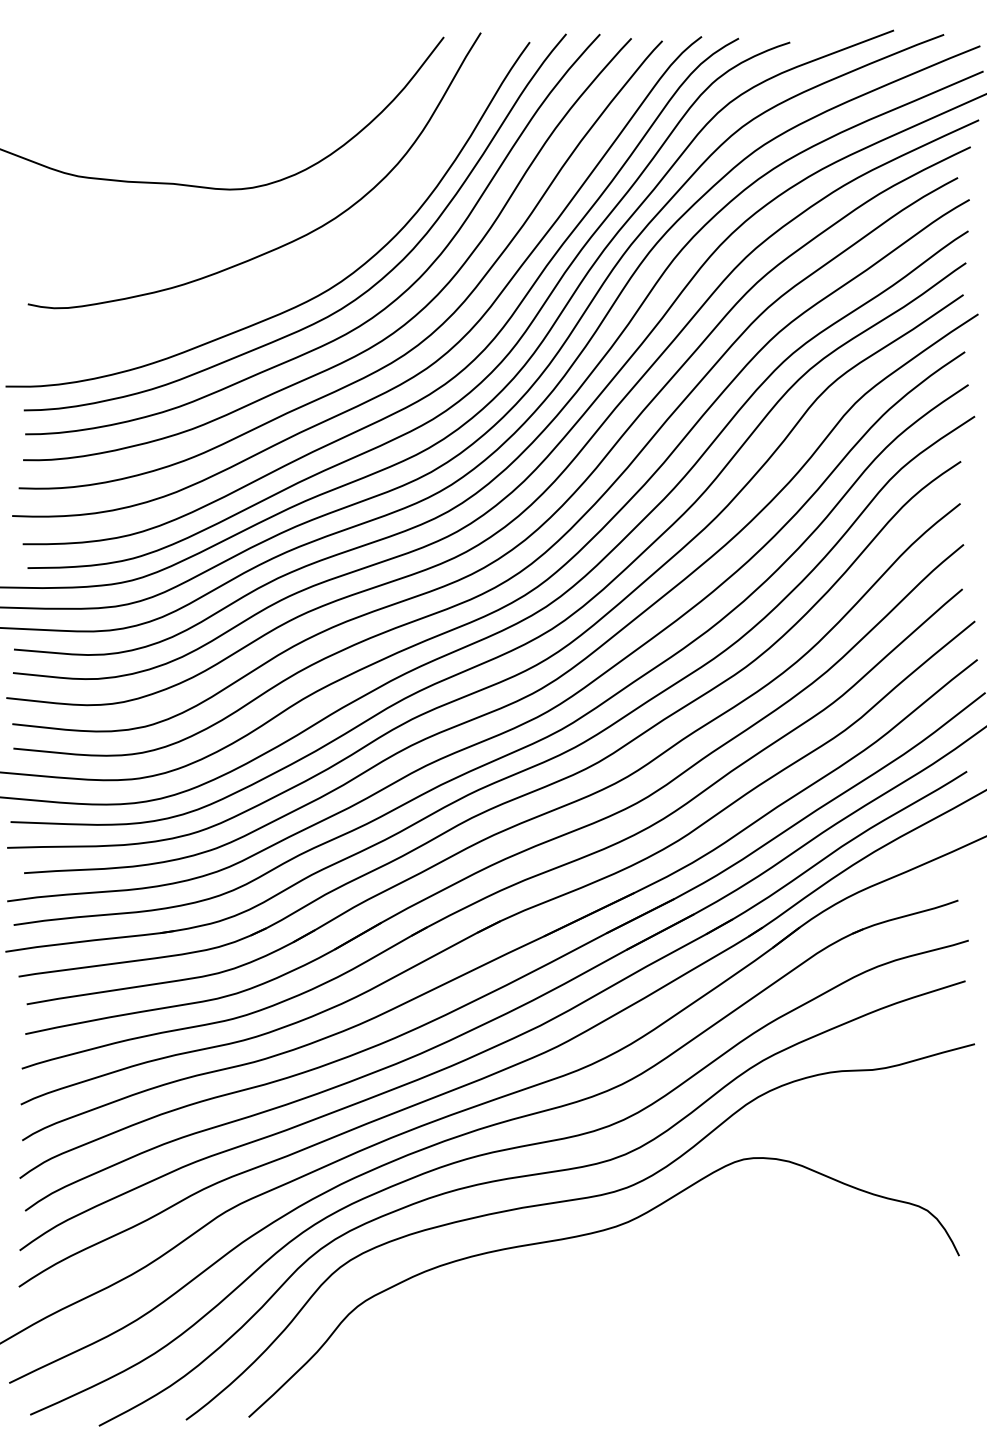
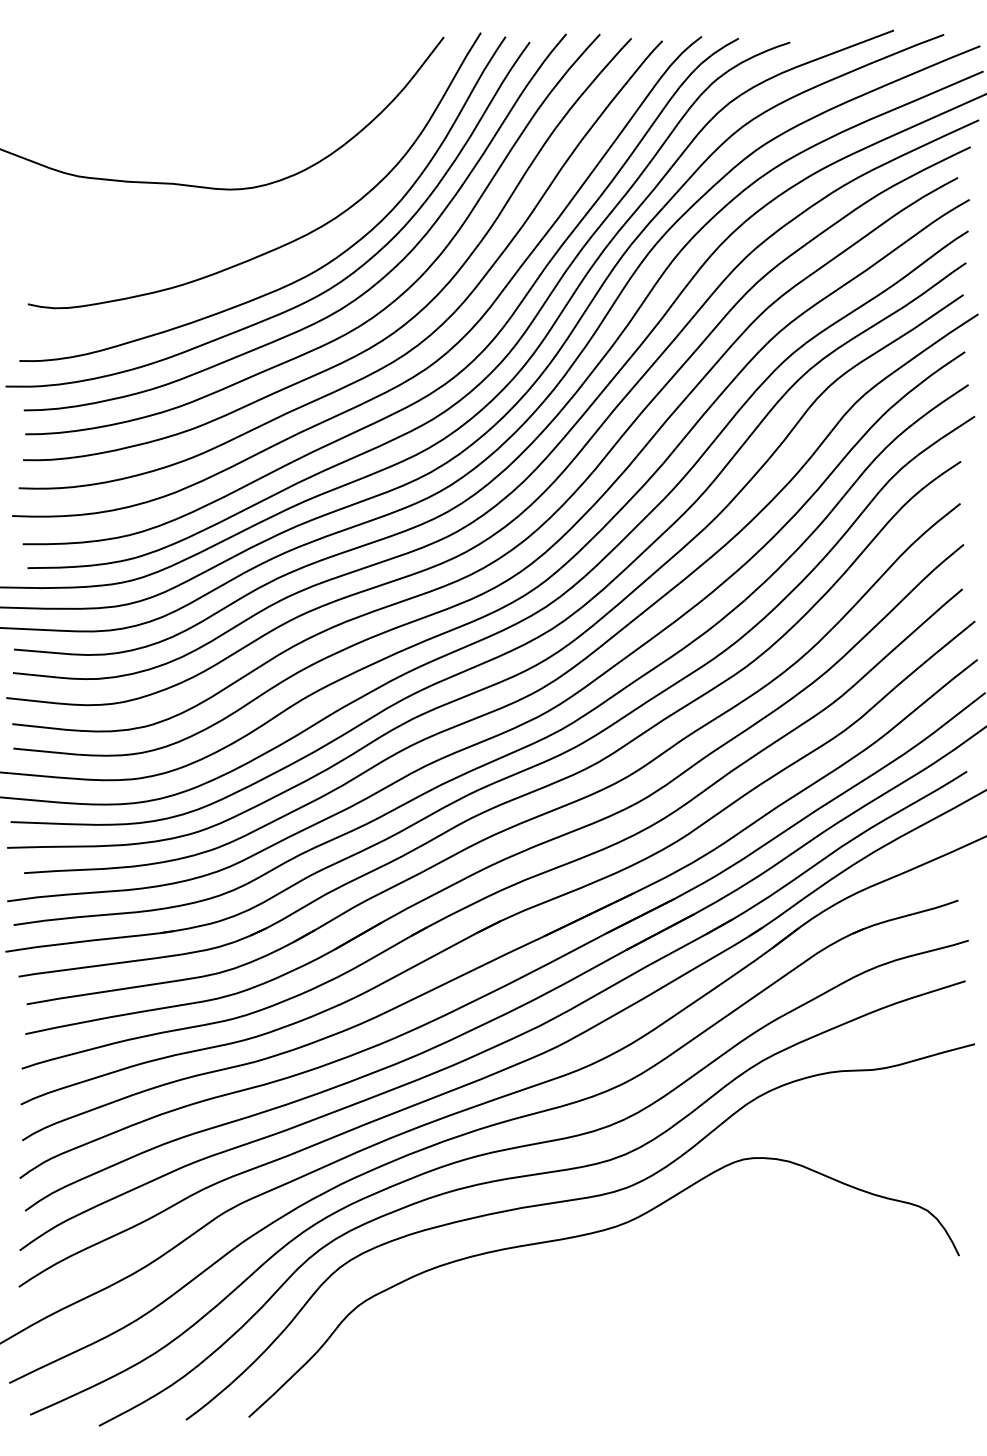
curve at (301, 277): none -> present
